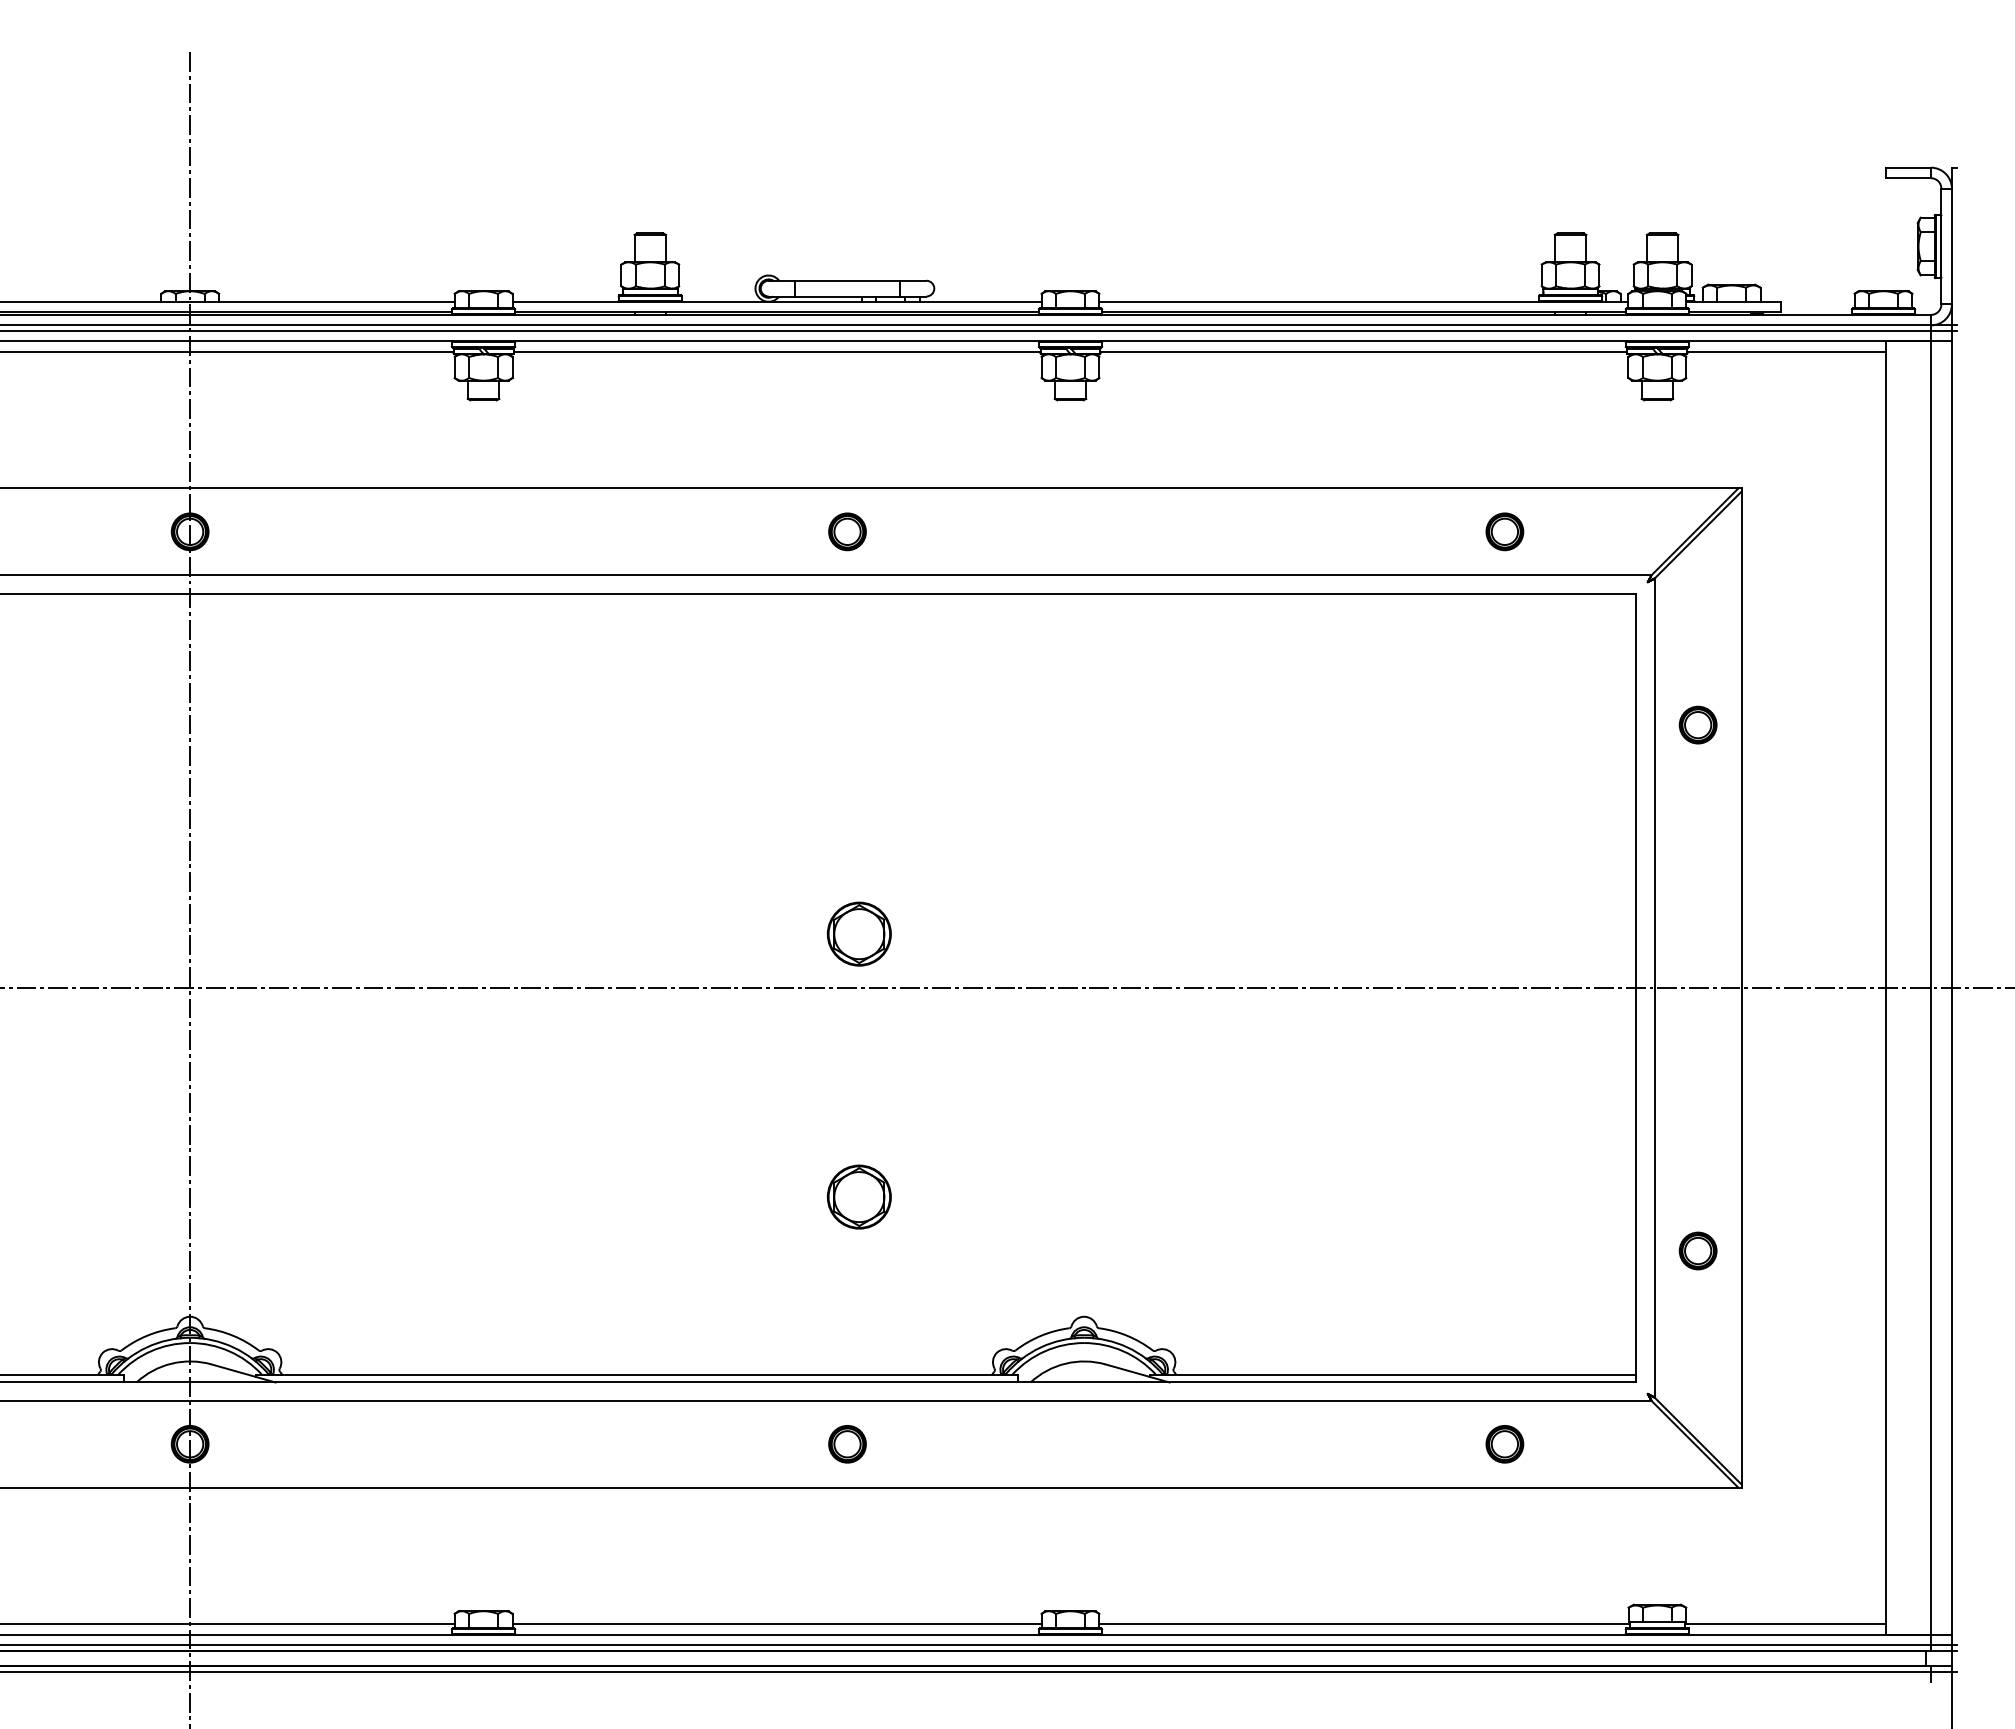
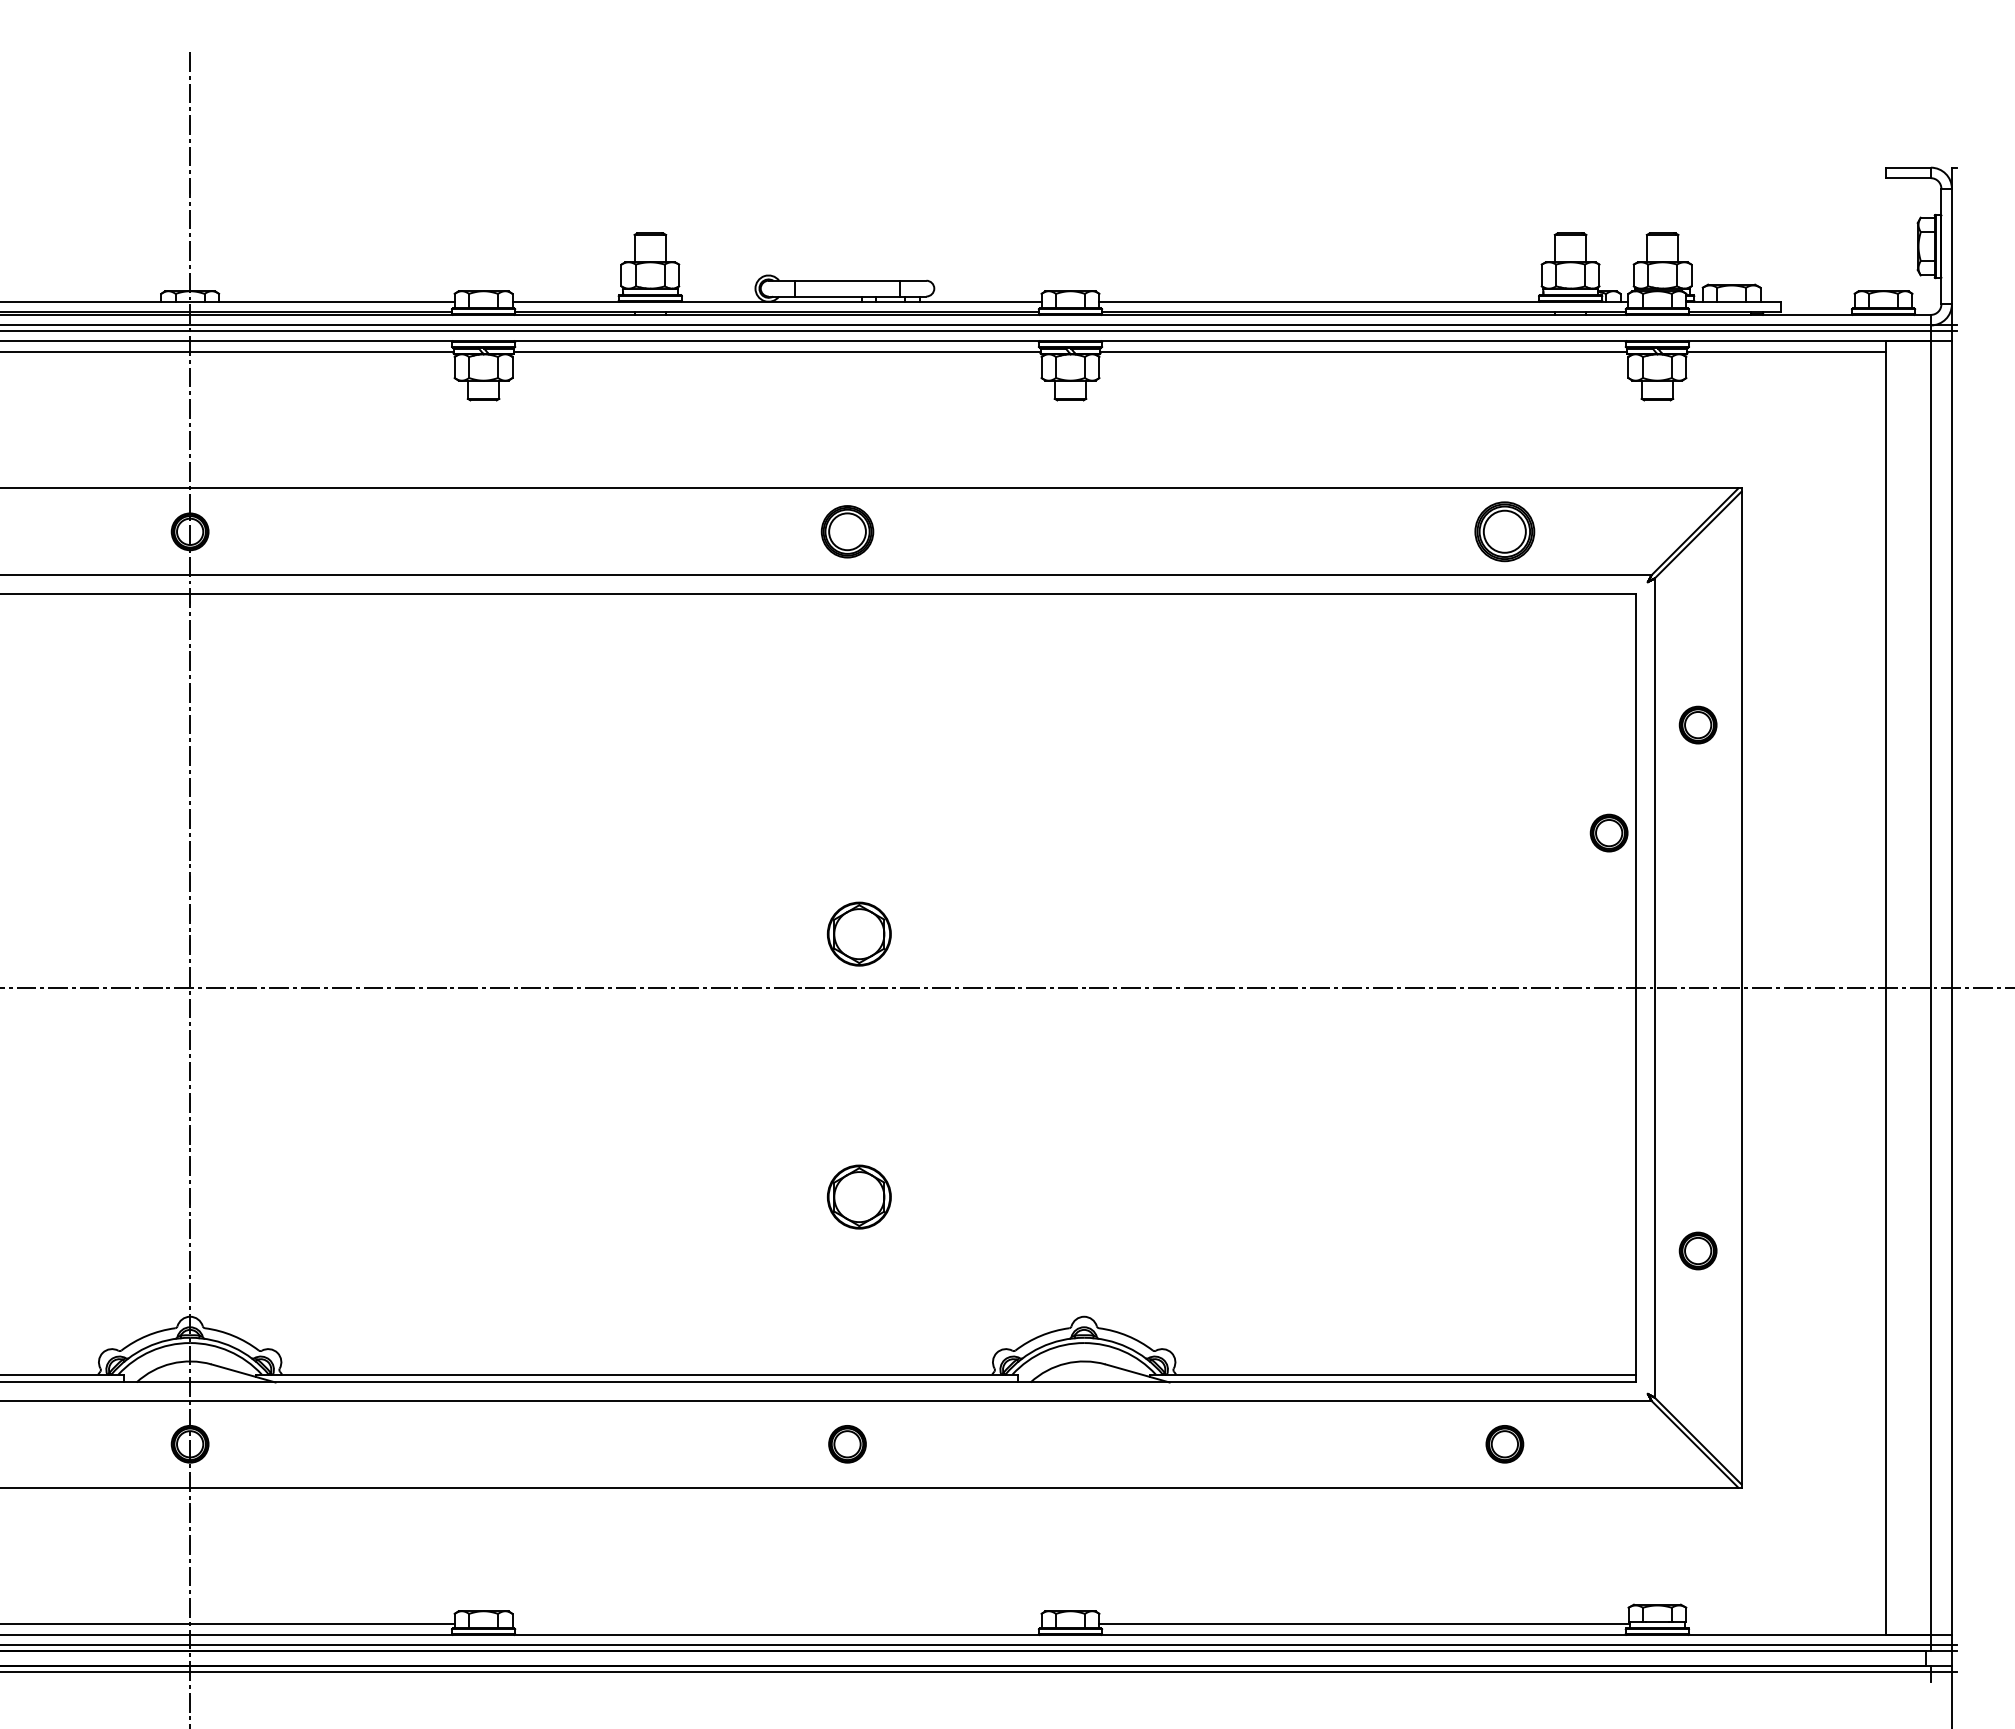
part at (847, 531) size: 39x40 px -> 55x54 px
part at (1504, 531) size: 40x40 px -> 62x62 px
part at (1608, 832): none -> present
line at (776, 1624): present -> none
line at (1785, 1624): present -> none
